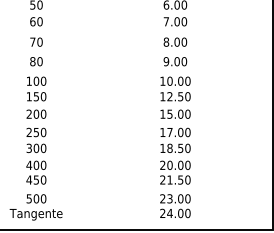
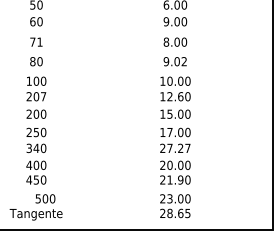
text at (166, 21): 7.00 -> 9.00
text at (39, 41): 70 -> 71
text at (184, 61): 9.00 -> 9.02
text at (36, 96): 150 -> 207
text at (180, 96): 12.50 -> 12.60
text at (36, 148): 300 -> 340
text at (175, 148): 18.50 -> 27.27
text at (180, 179): 21.50 -> 21.90
text at (36, 198) position: (36, 198) -> (45, 198)
text at (178, 213): 24.00 -> 28.65
